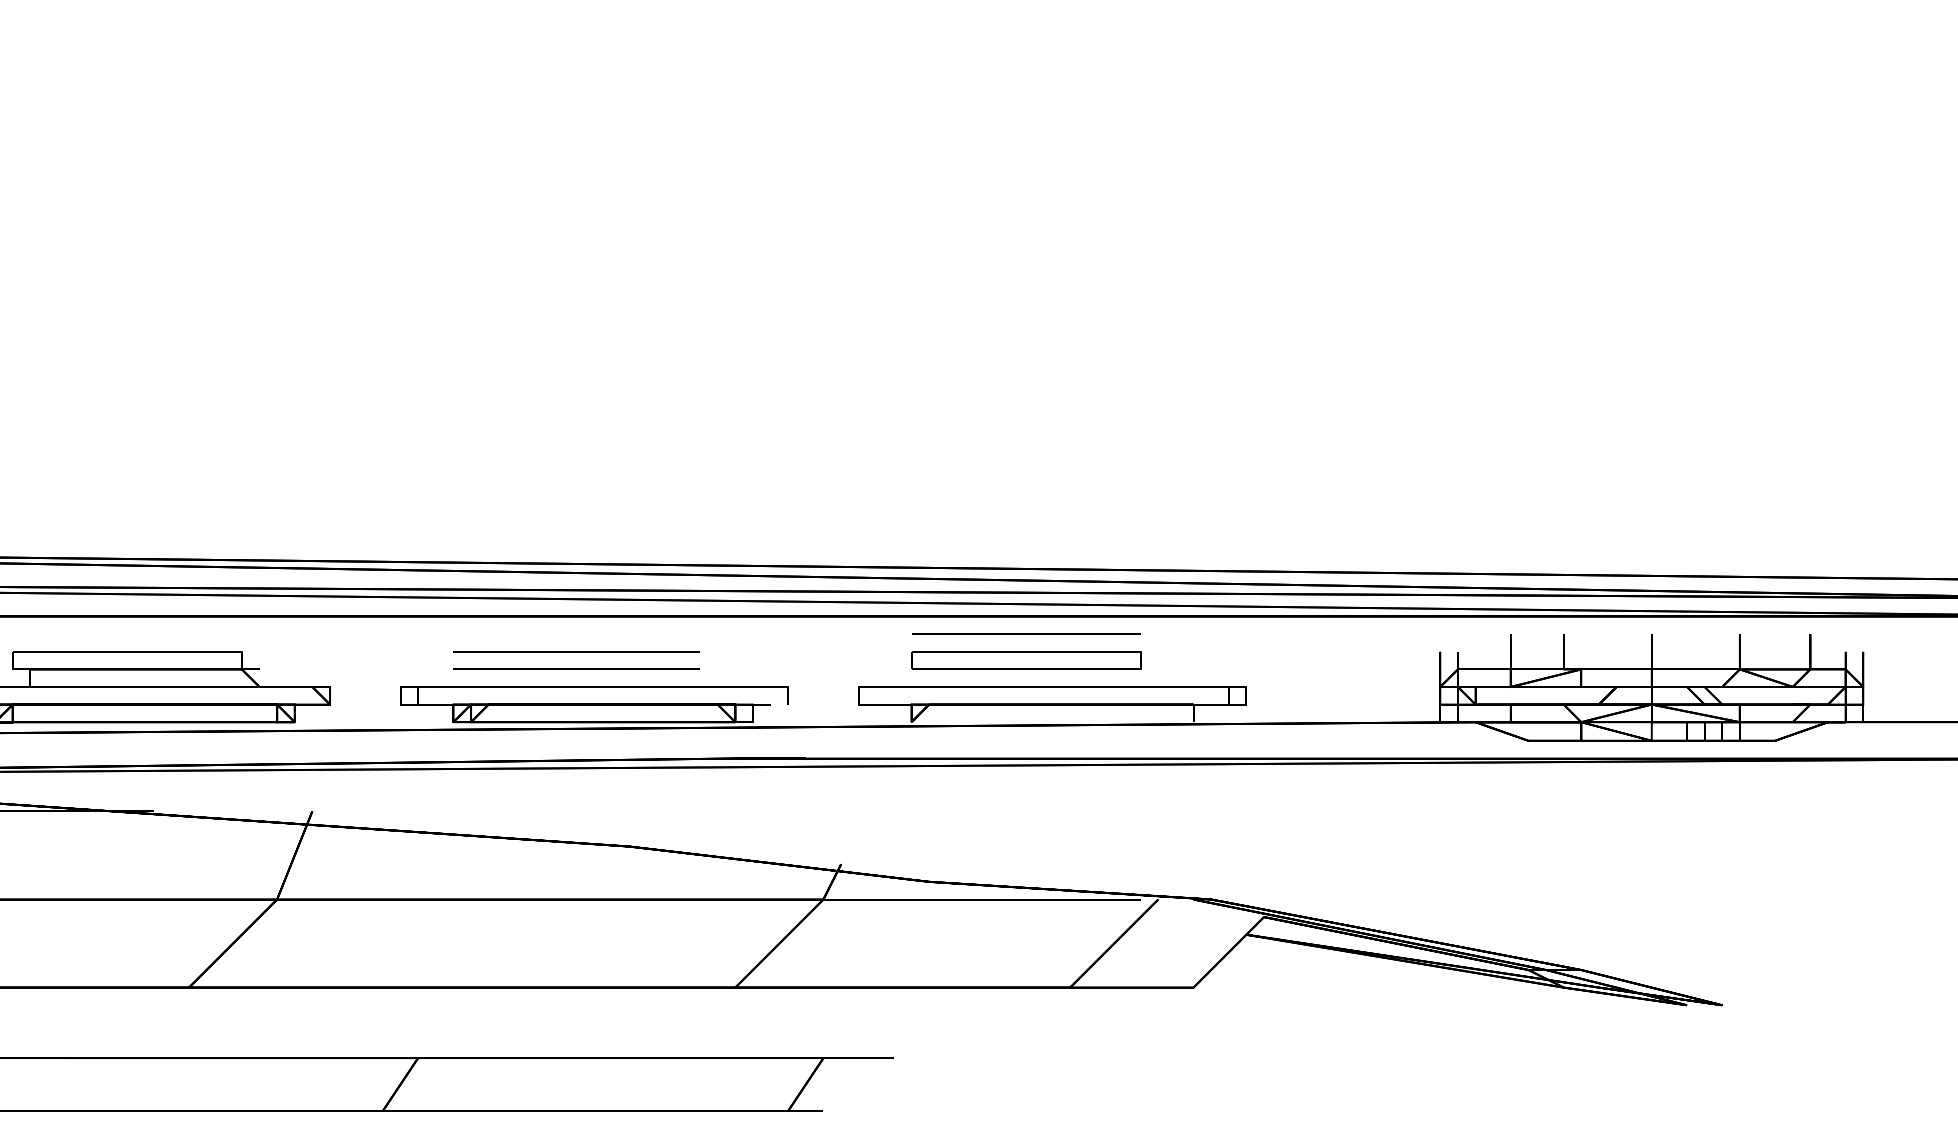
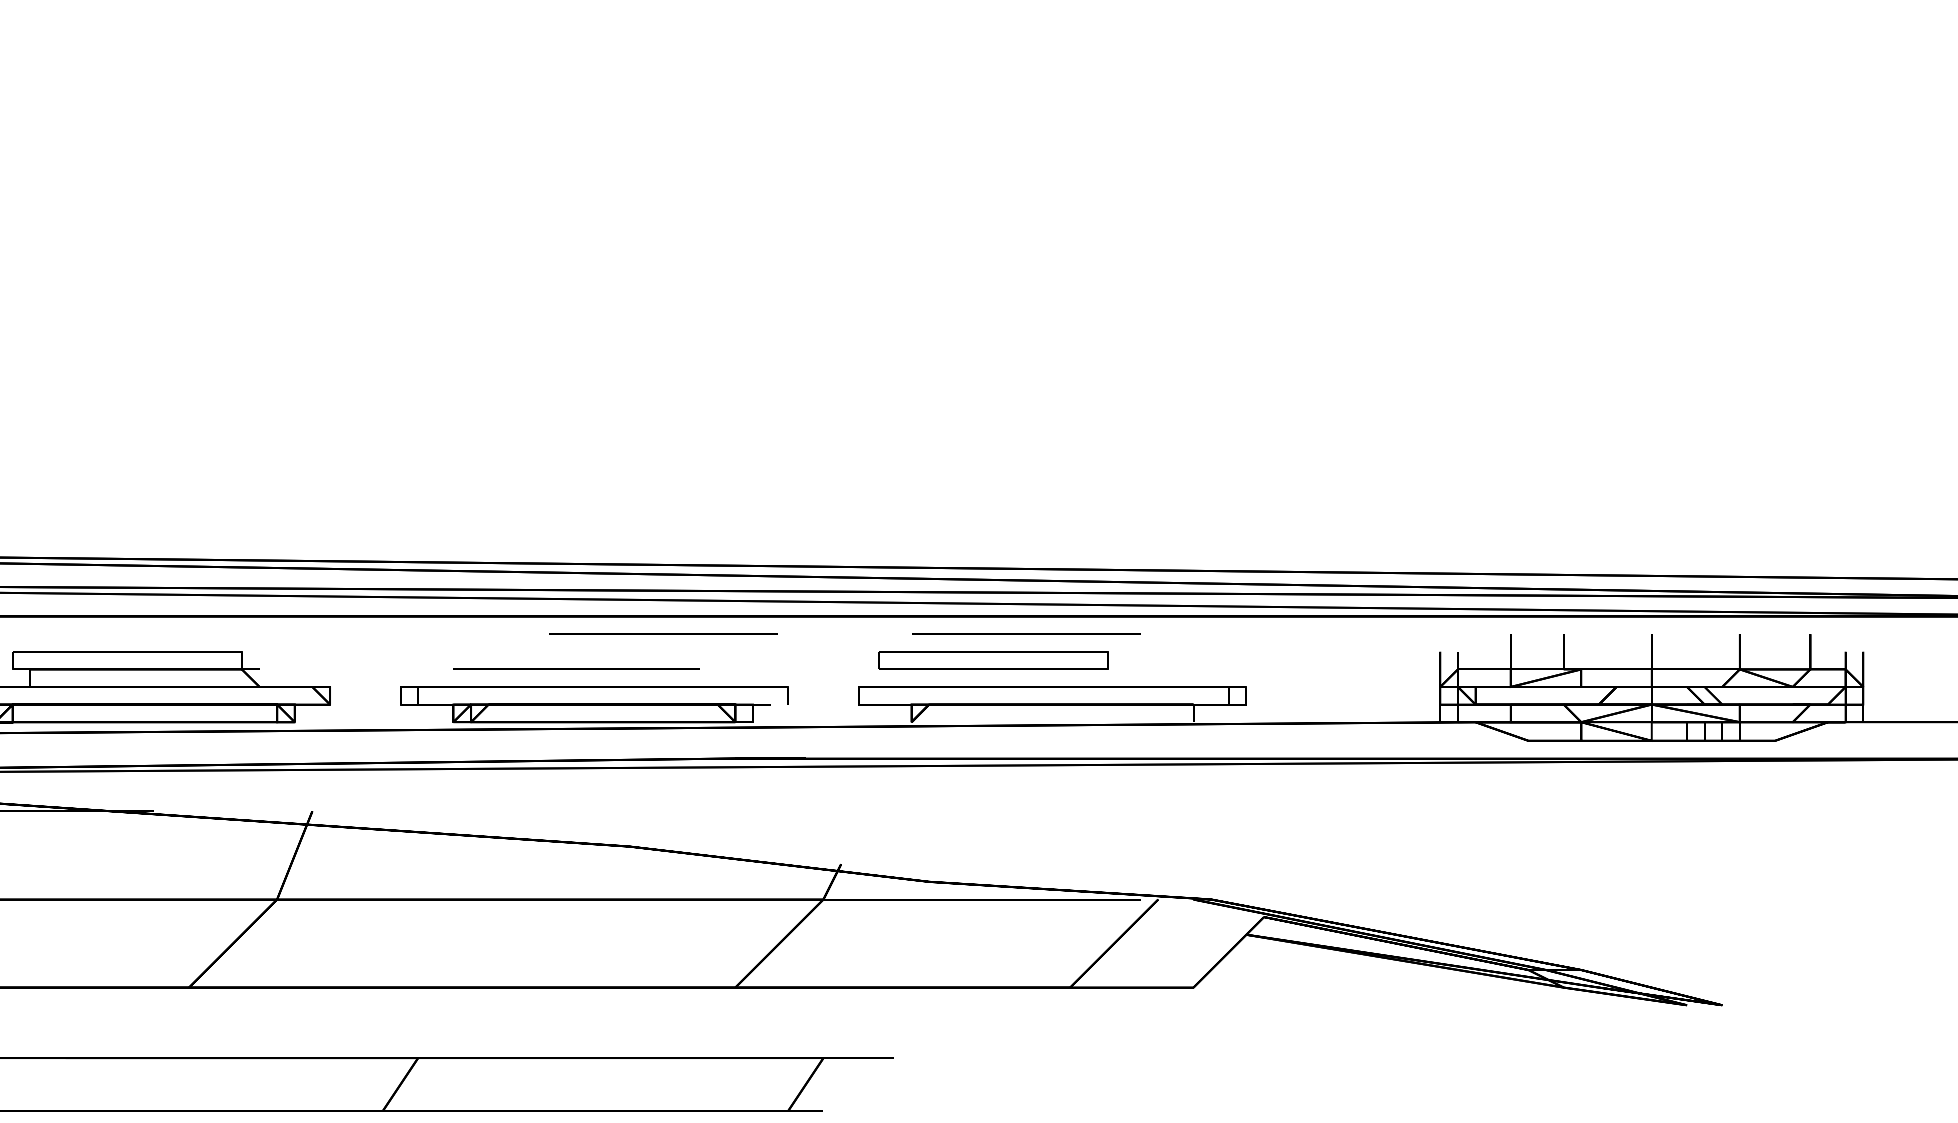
line at (663, 633): none -> present
line at (576, 651): present -> none
part at (1026, 660) position: (1026, 660) -> (993, 660)
